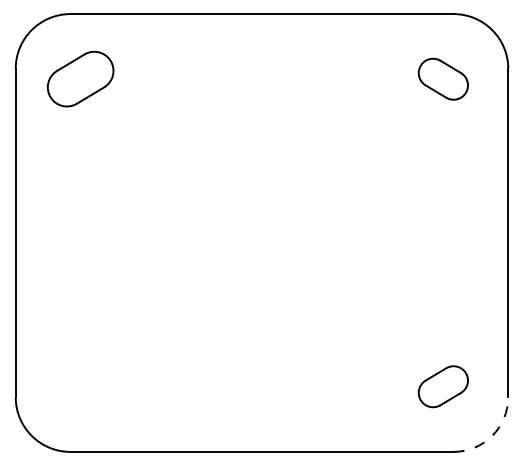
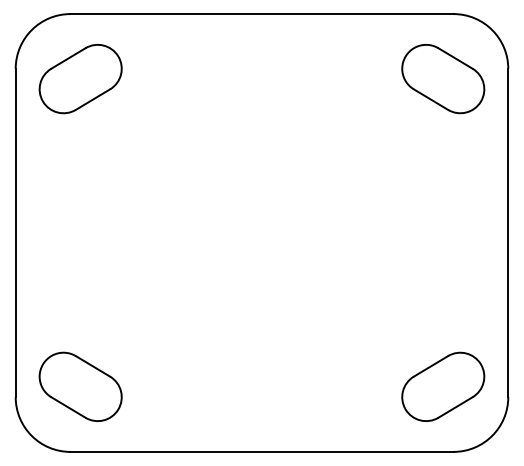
part at (80, 78) size: 68x58 px -> 85x71 px
part at (442, 78) size: 52x44 px -> 85x71 px
part at (80, 386): none -> present
part at (442, 386) size: 52x44 px -> 85x71 px
arc at (492, 435): dashed -> solid
